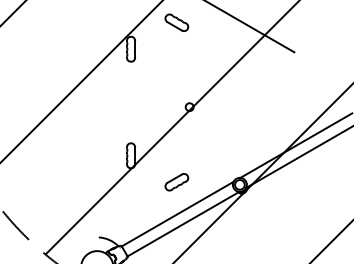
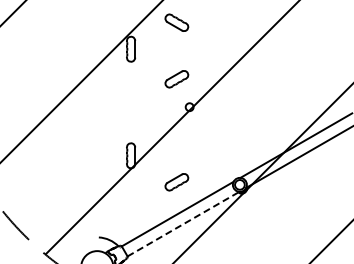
line at (250, 27): present -> none
part at (176, 79): none -> present
line at (183, 224): solid -> dashed
